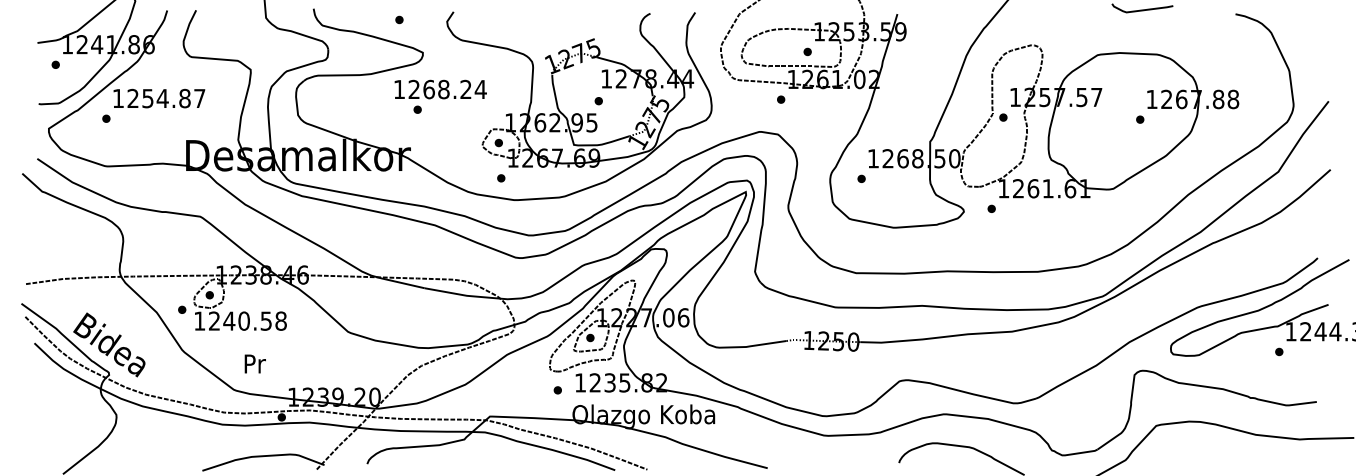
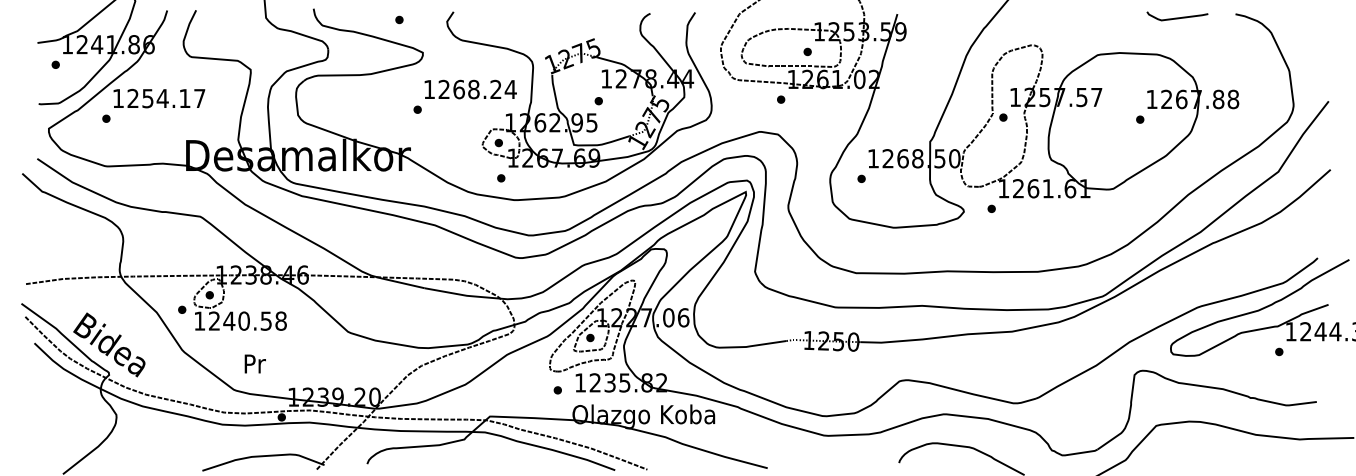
curve at (1142, 9) position: (1142, 9) -> (1177, 17)
text at (440, 89) position: (440, 89) -> (470, 89)
text at (184, 98): 1254.87 -> 1254.17
